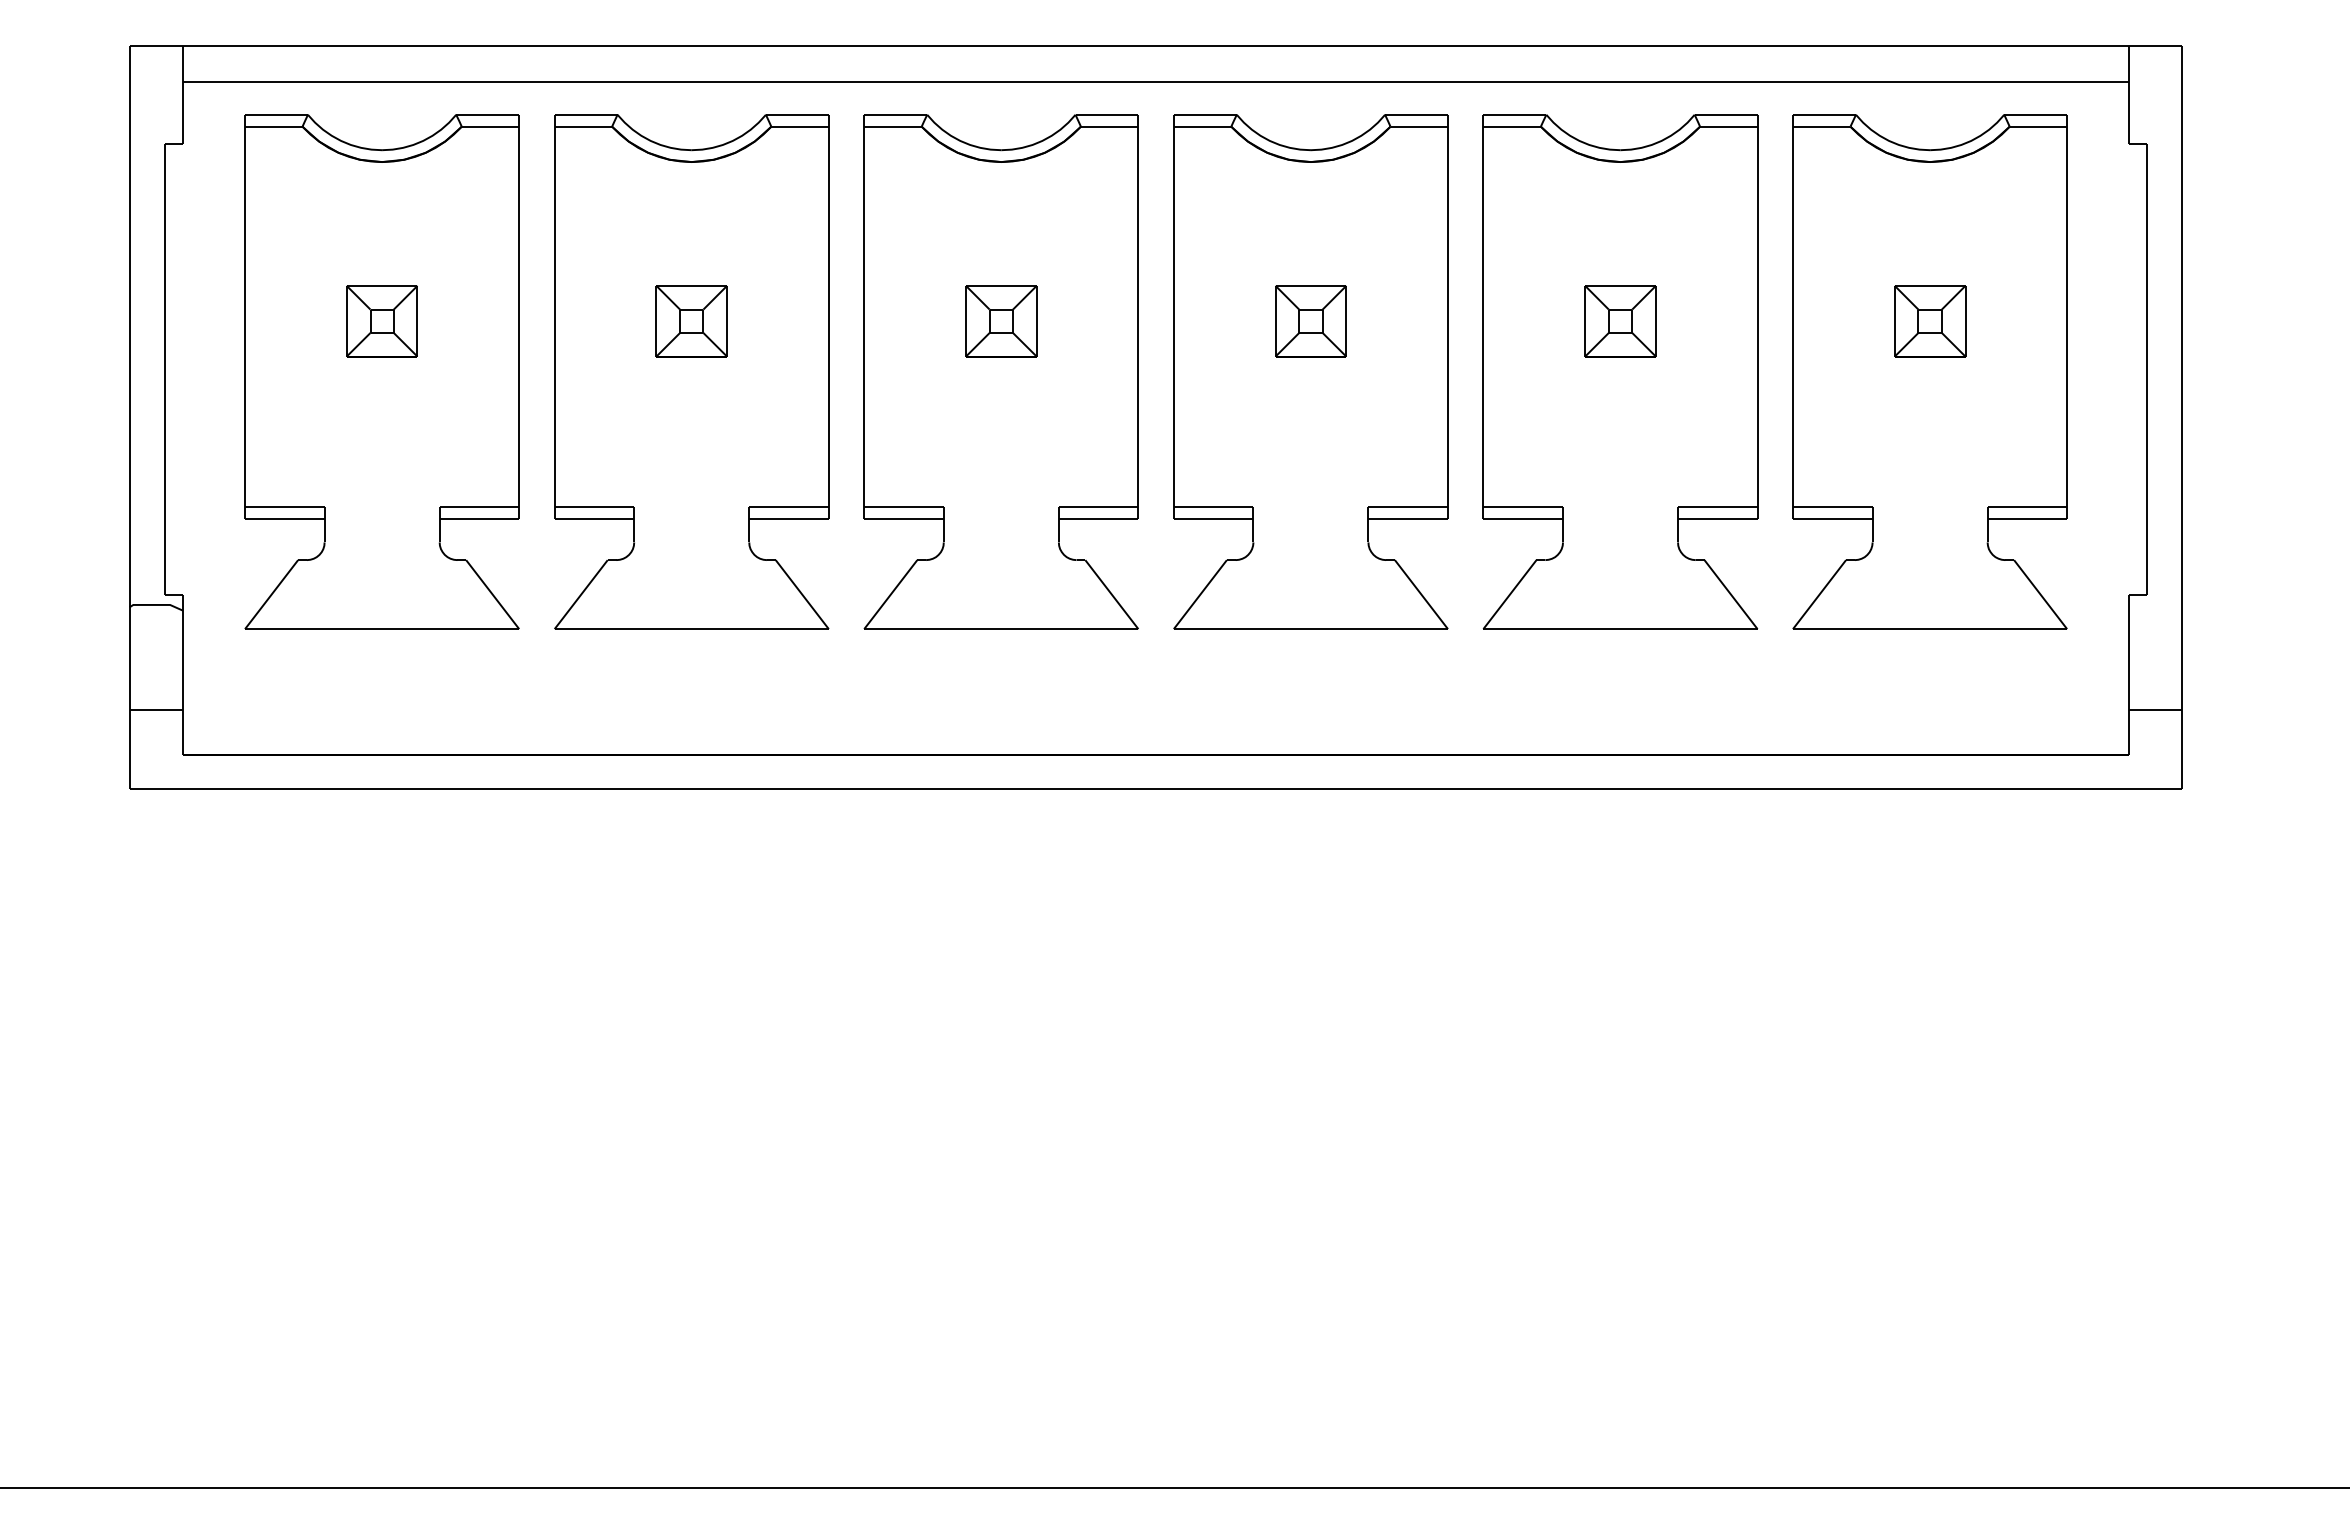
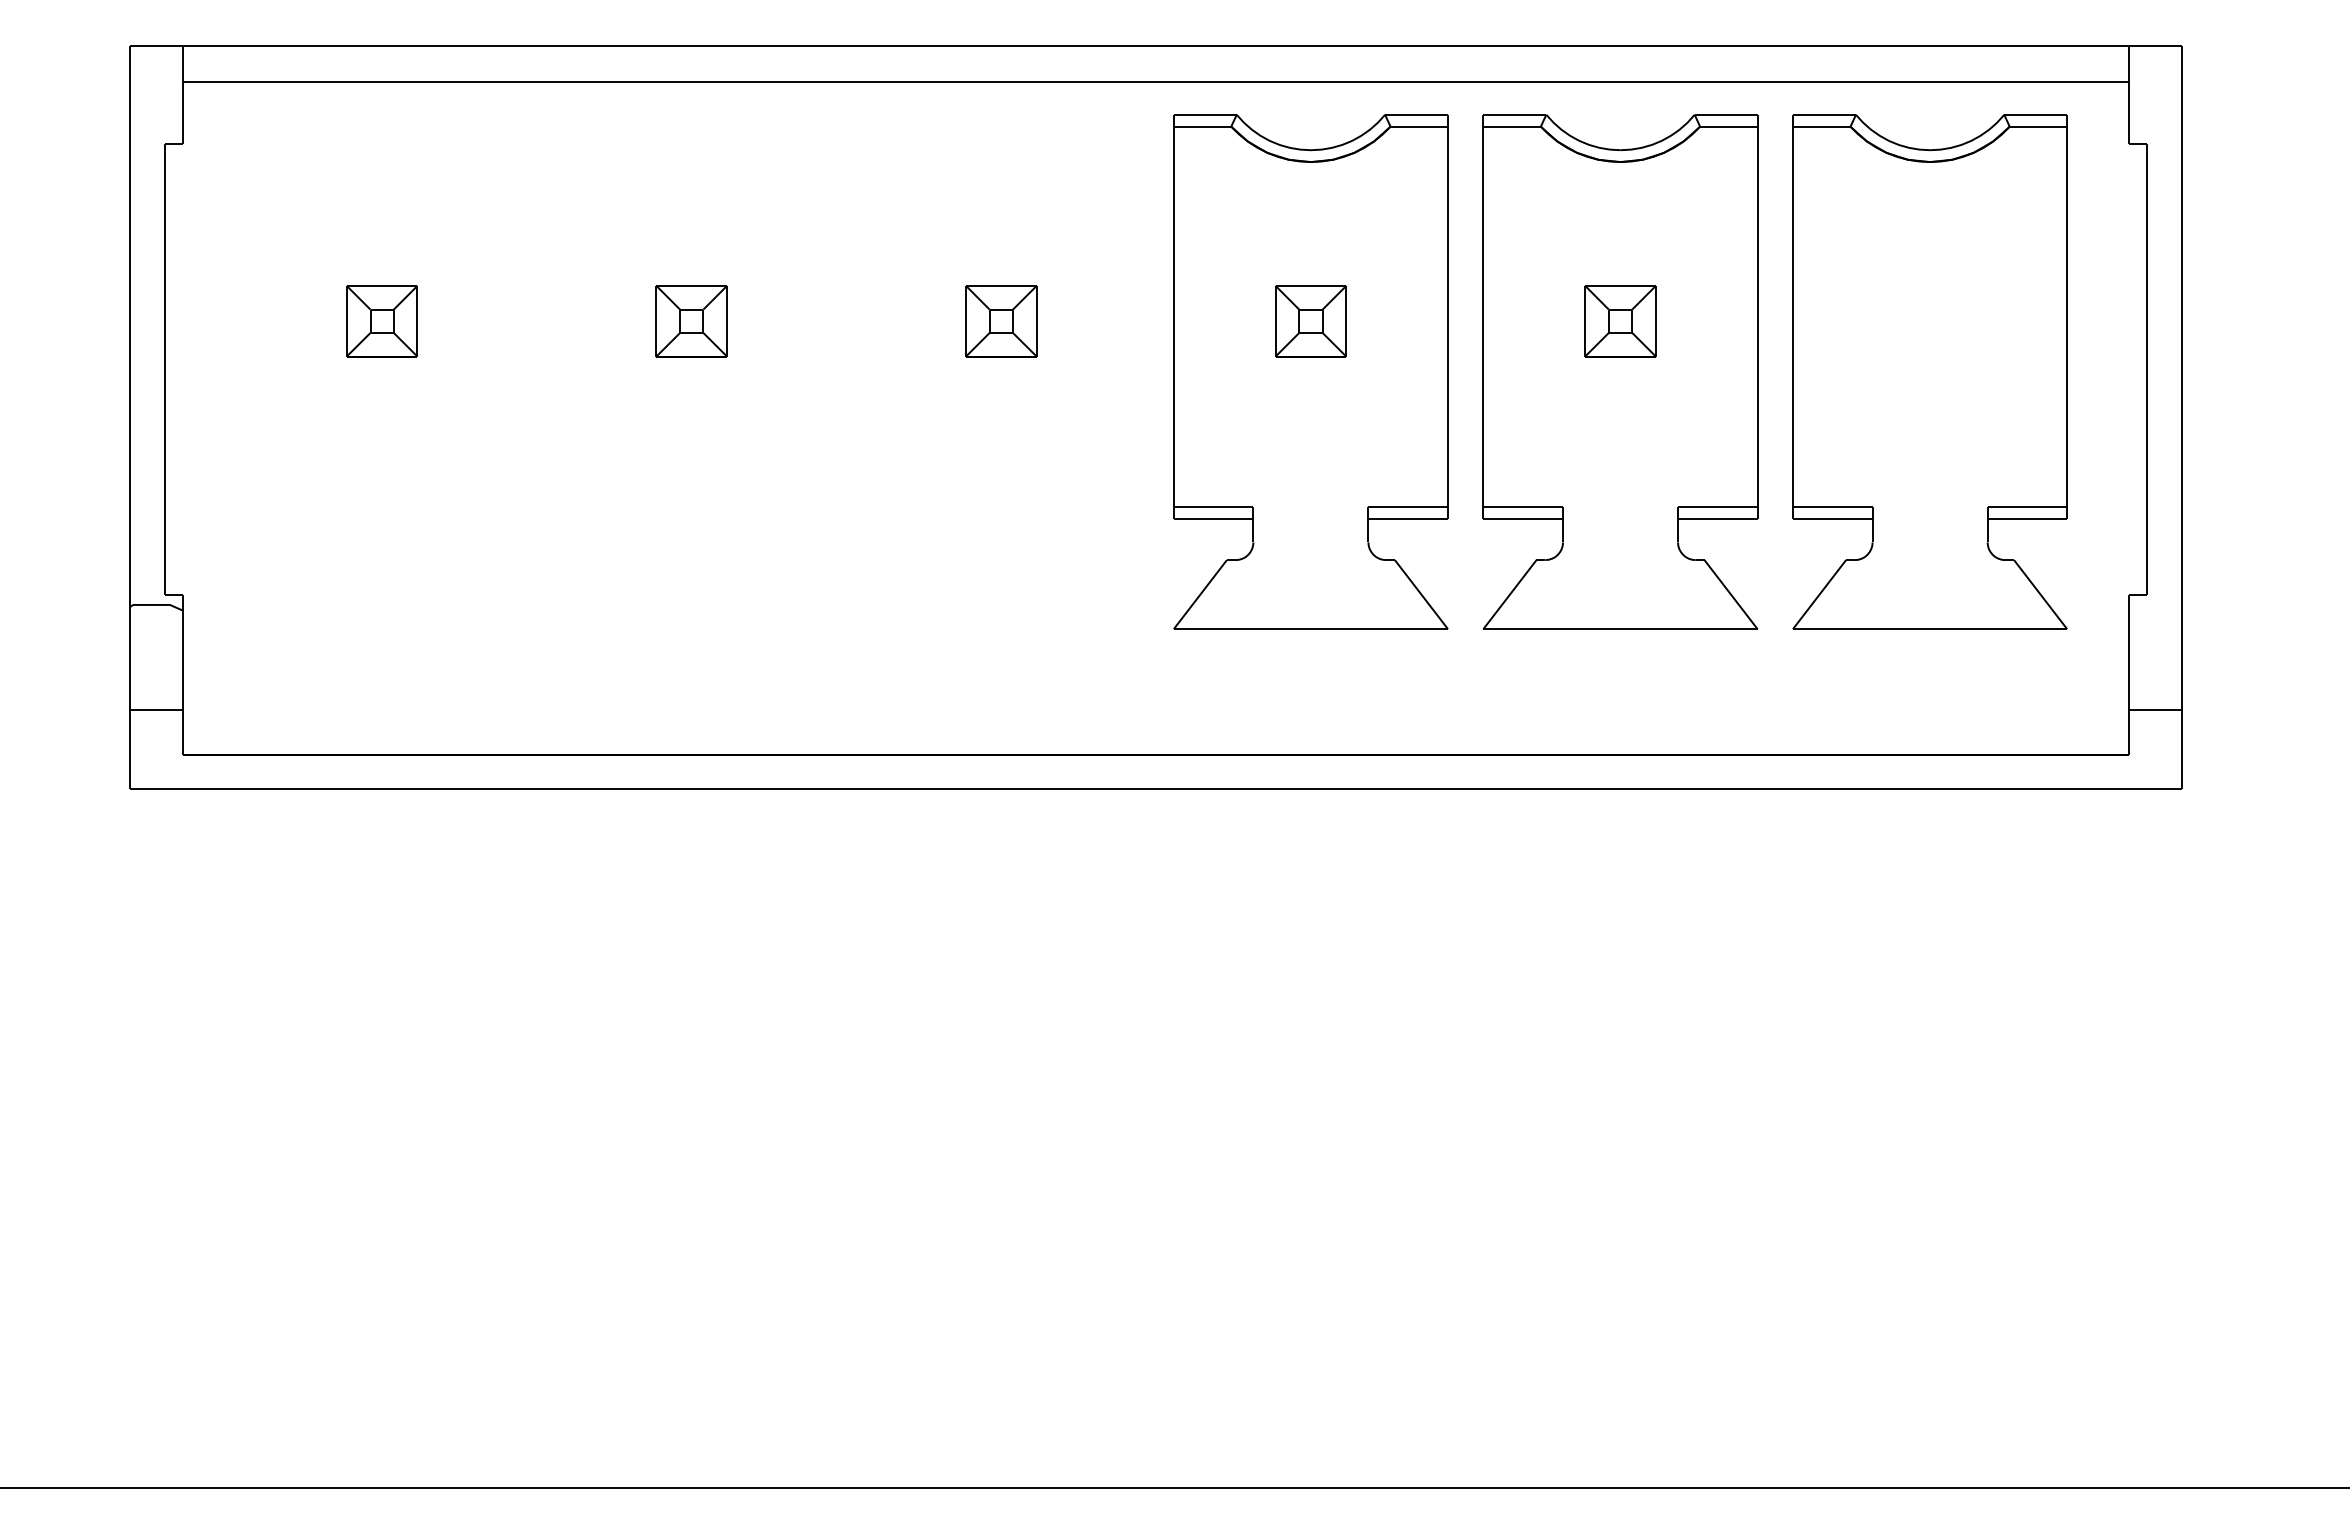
part at (1930, 321): present -> none
part at (381, 371): present -> none
part at (691, 371): present -> none
part at (1000, 371): present -> none
